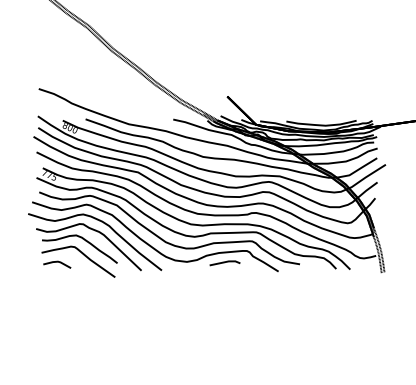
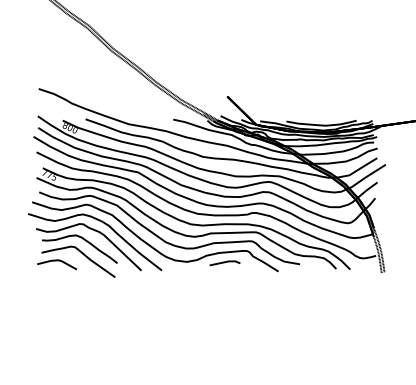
part at (57, 264) size: 29x9 px -> 41x12 px
